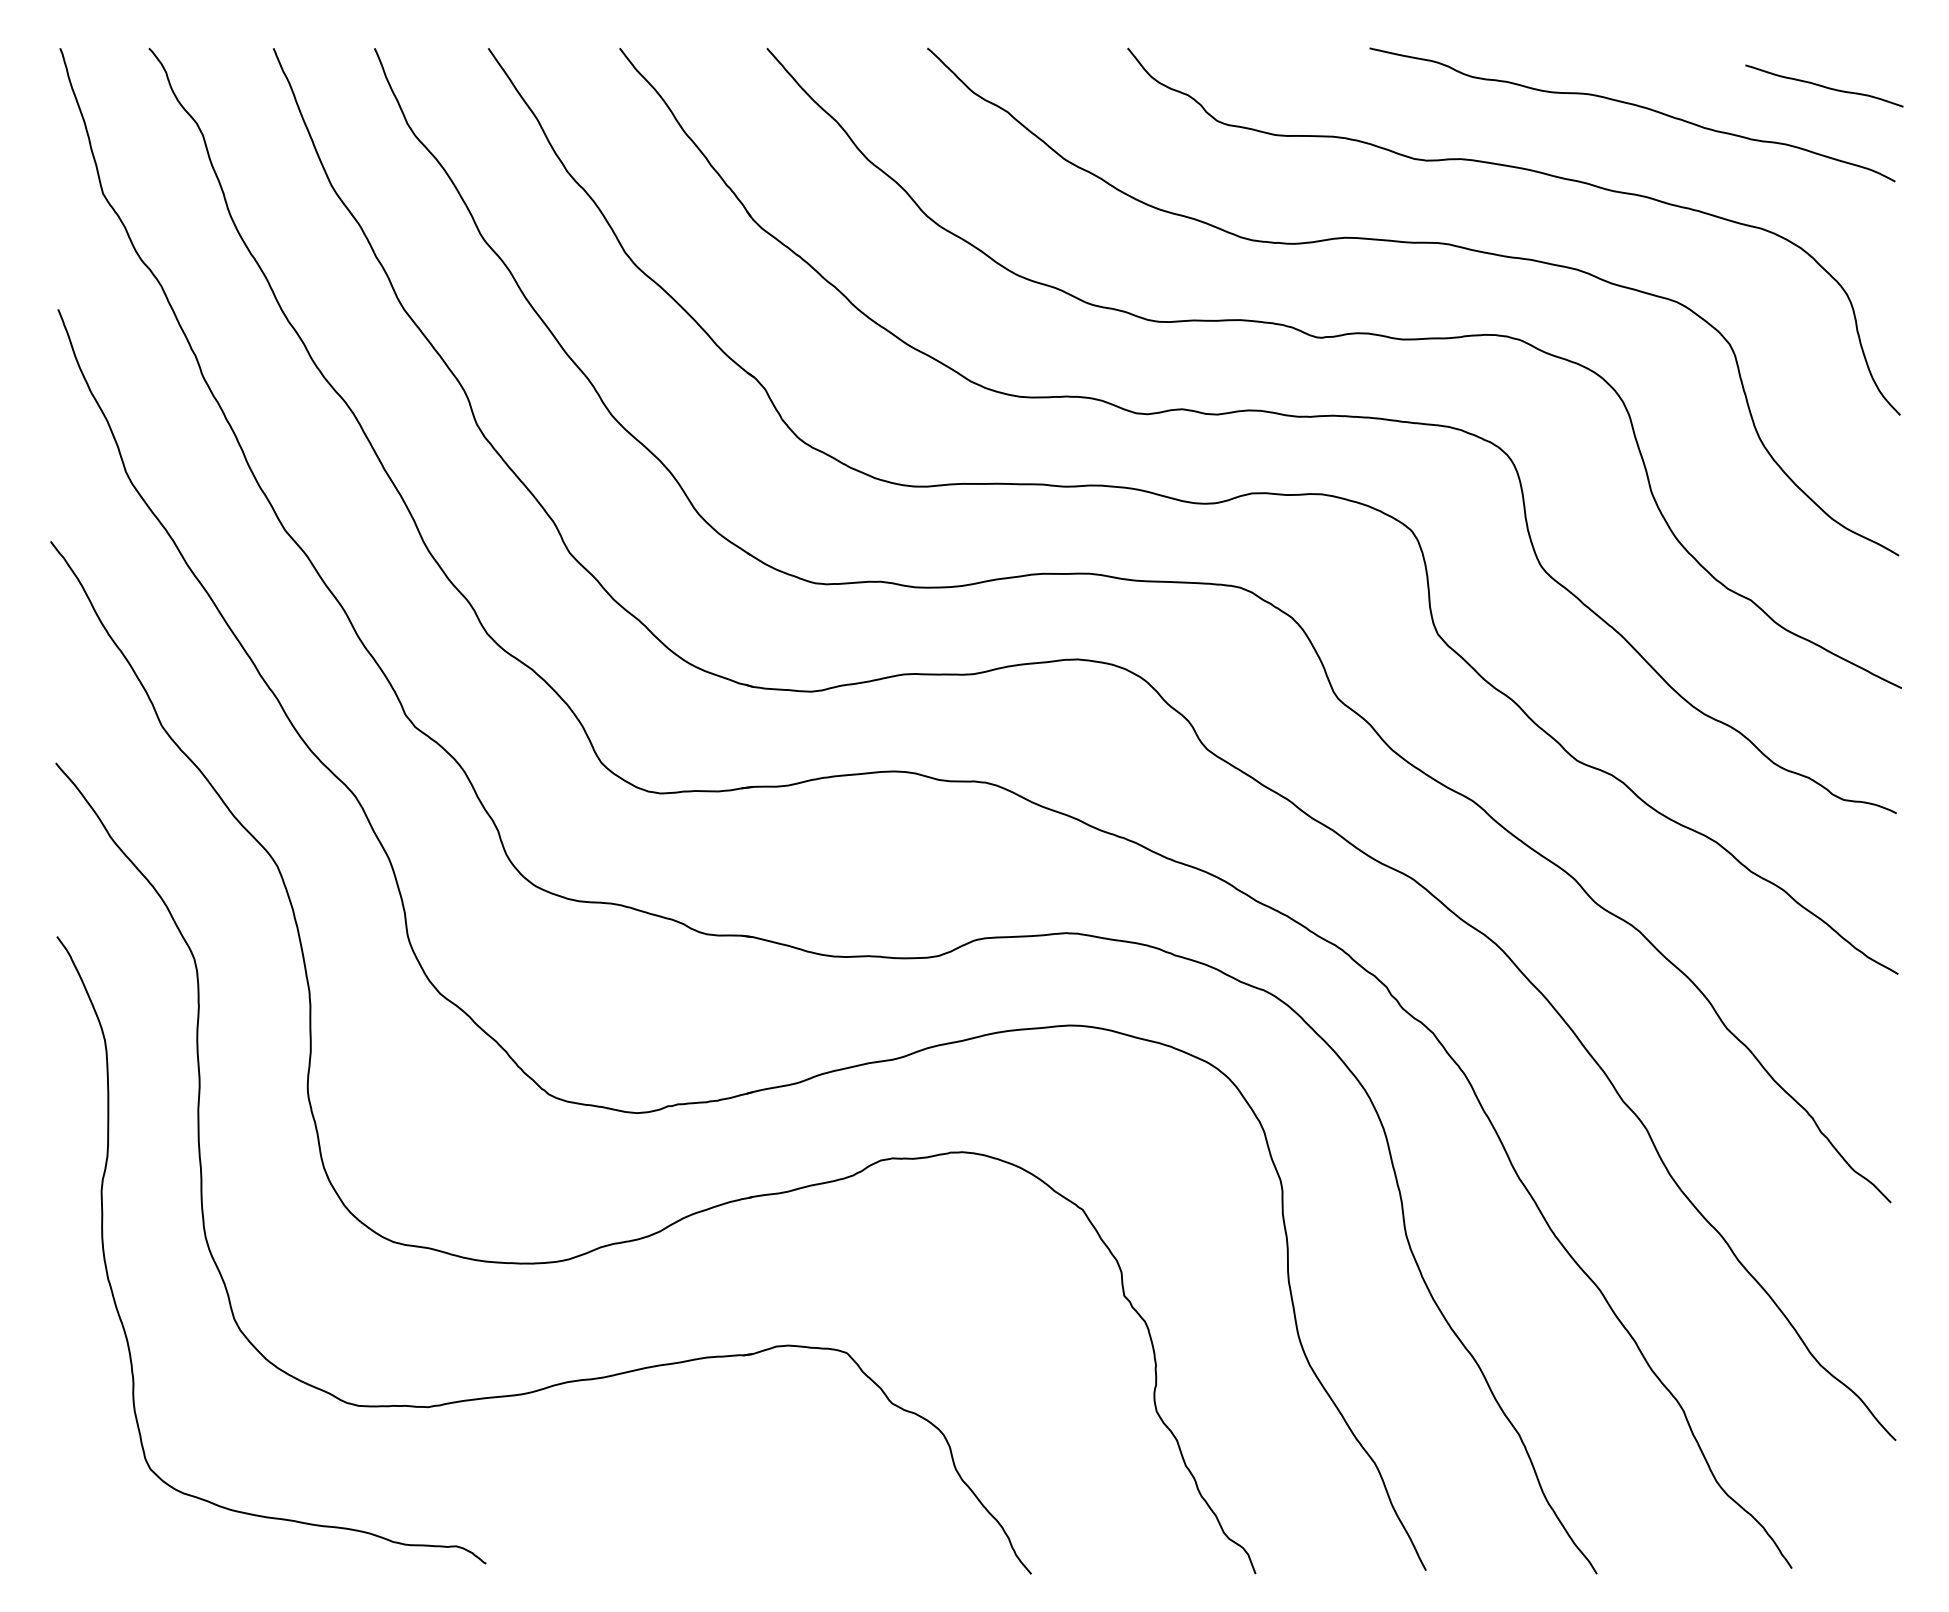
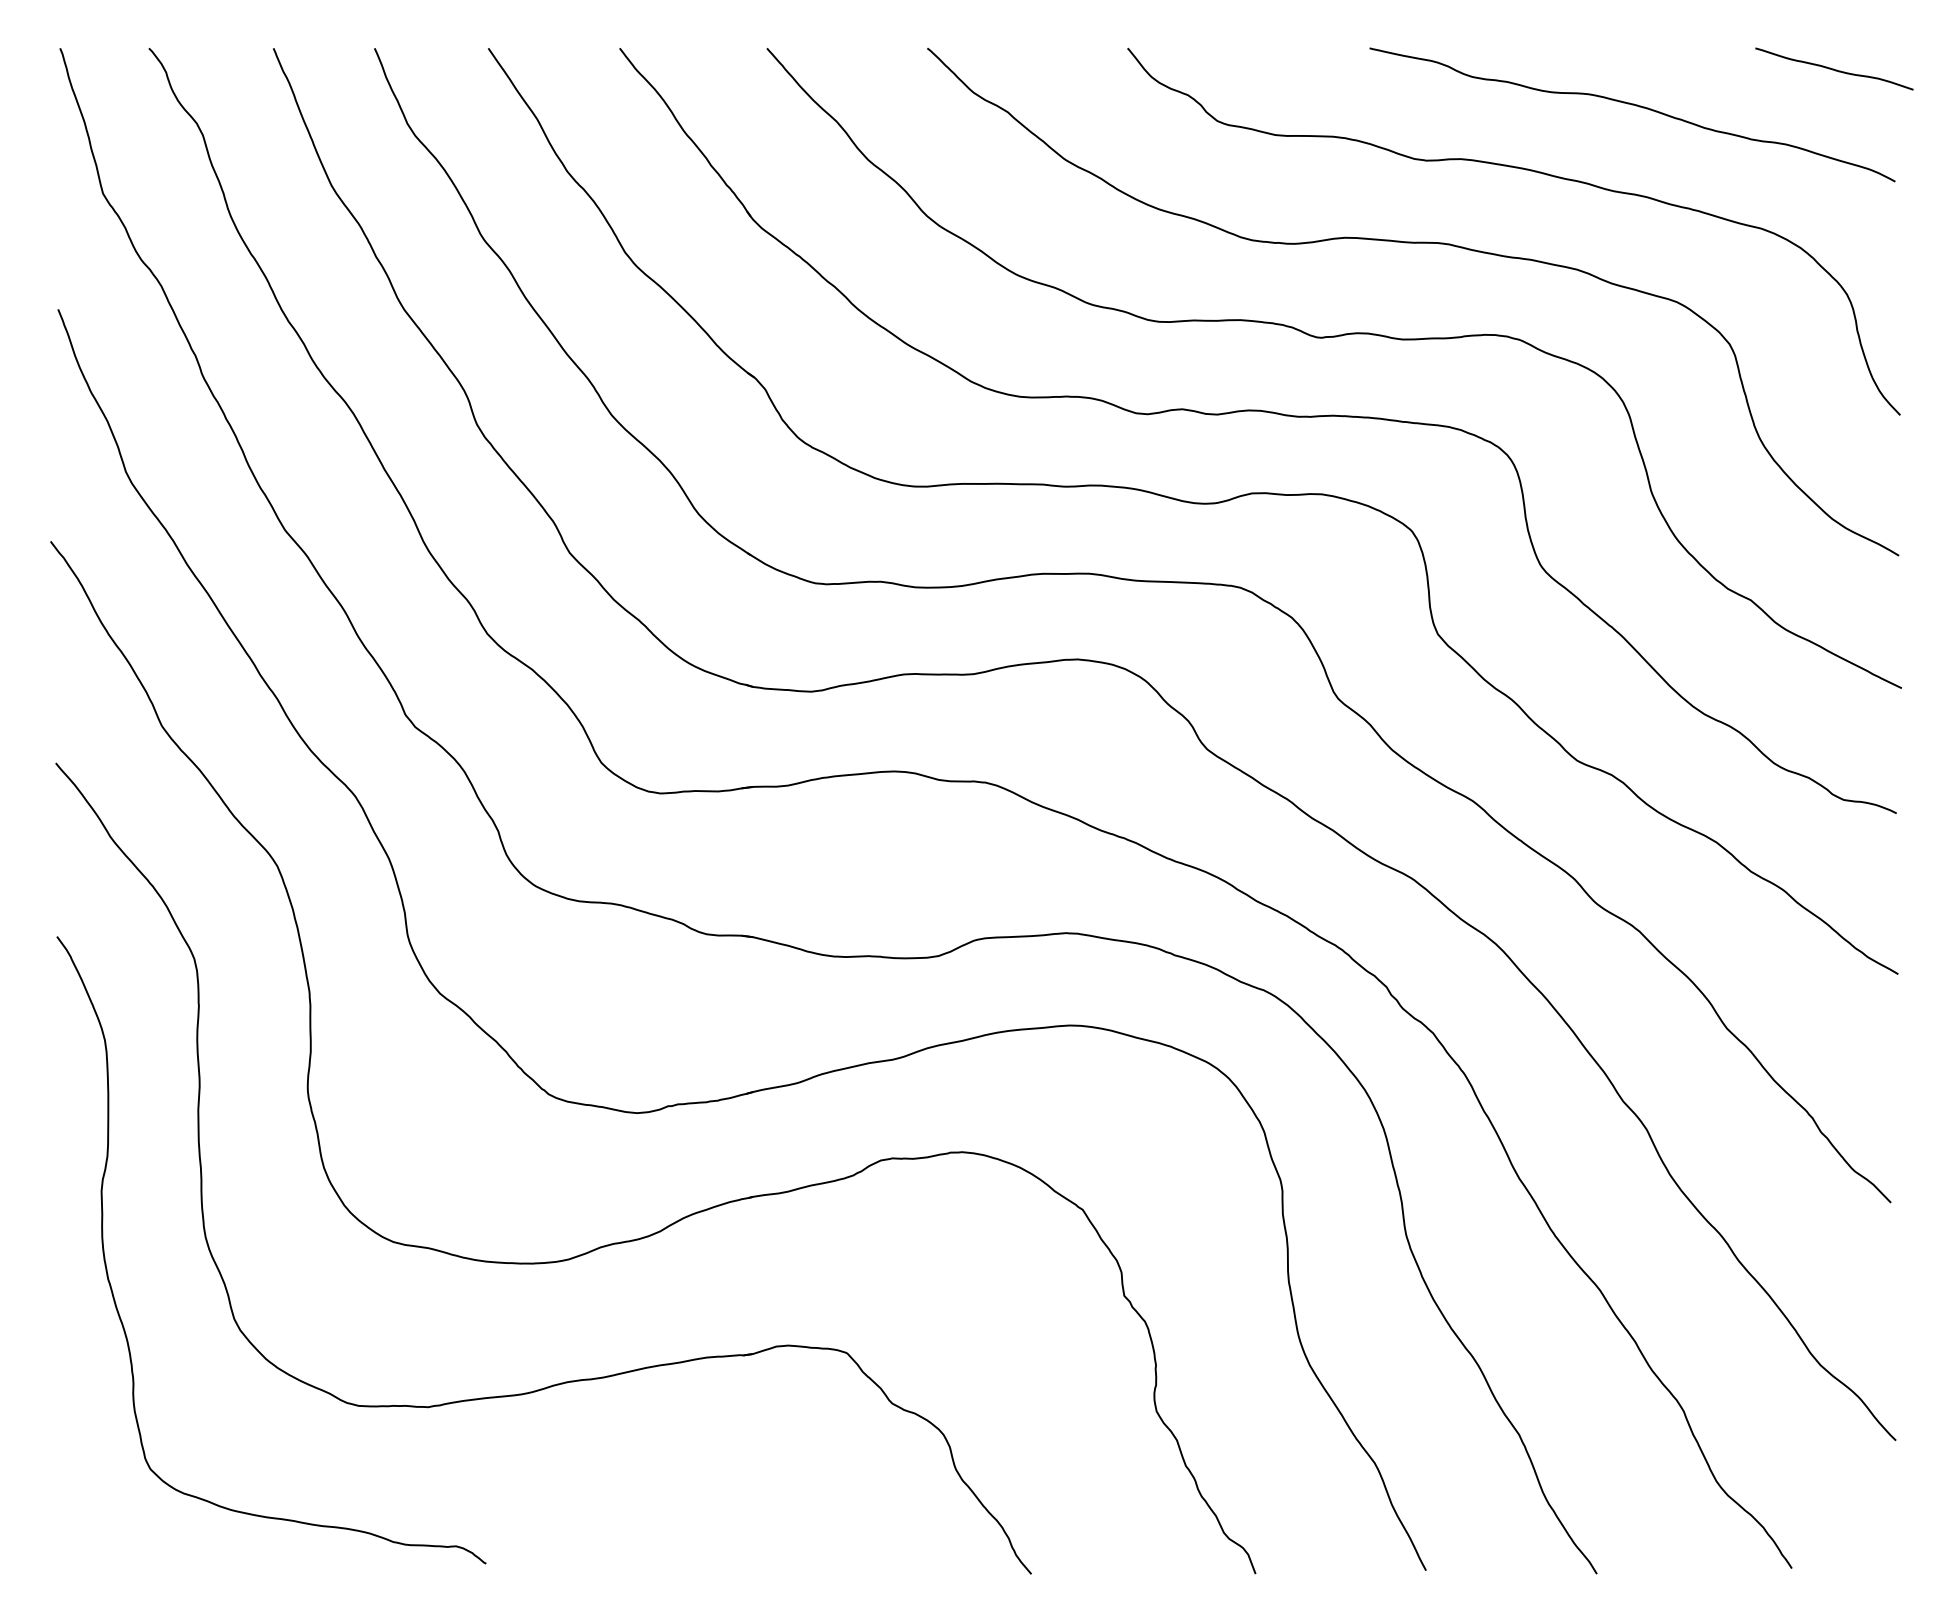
curve at (1823, 85) position: (1823, 85) -> (1833, 68)
